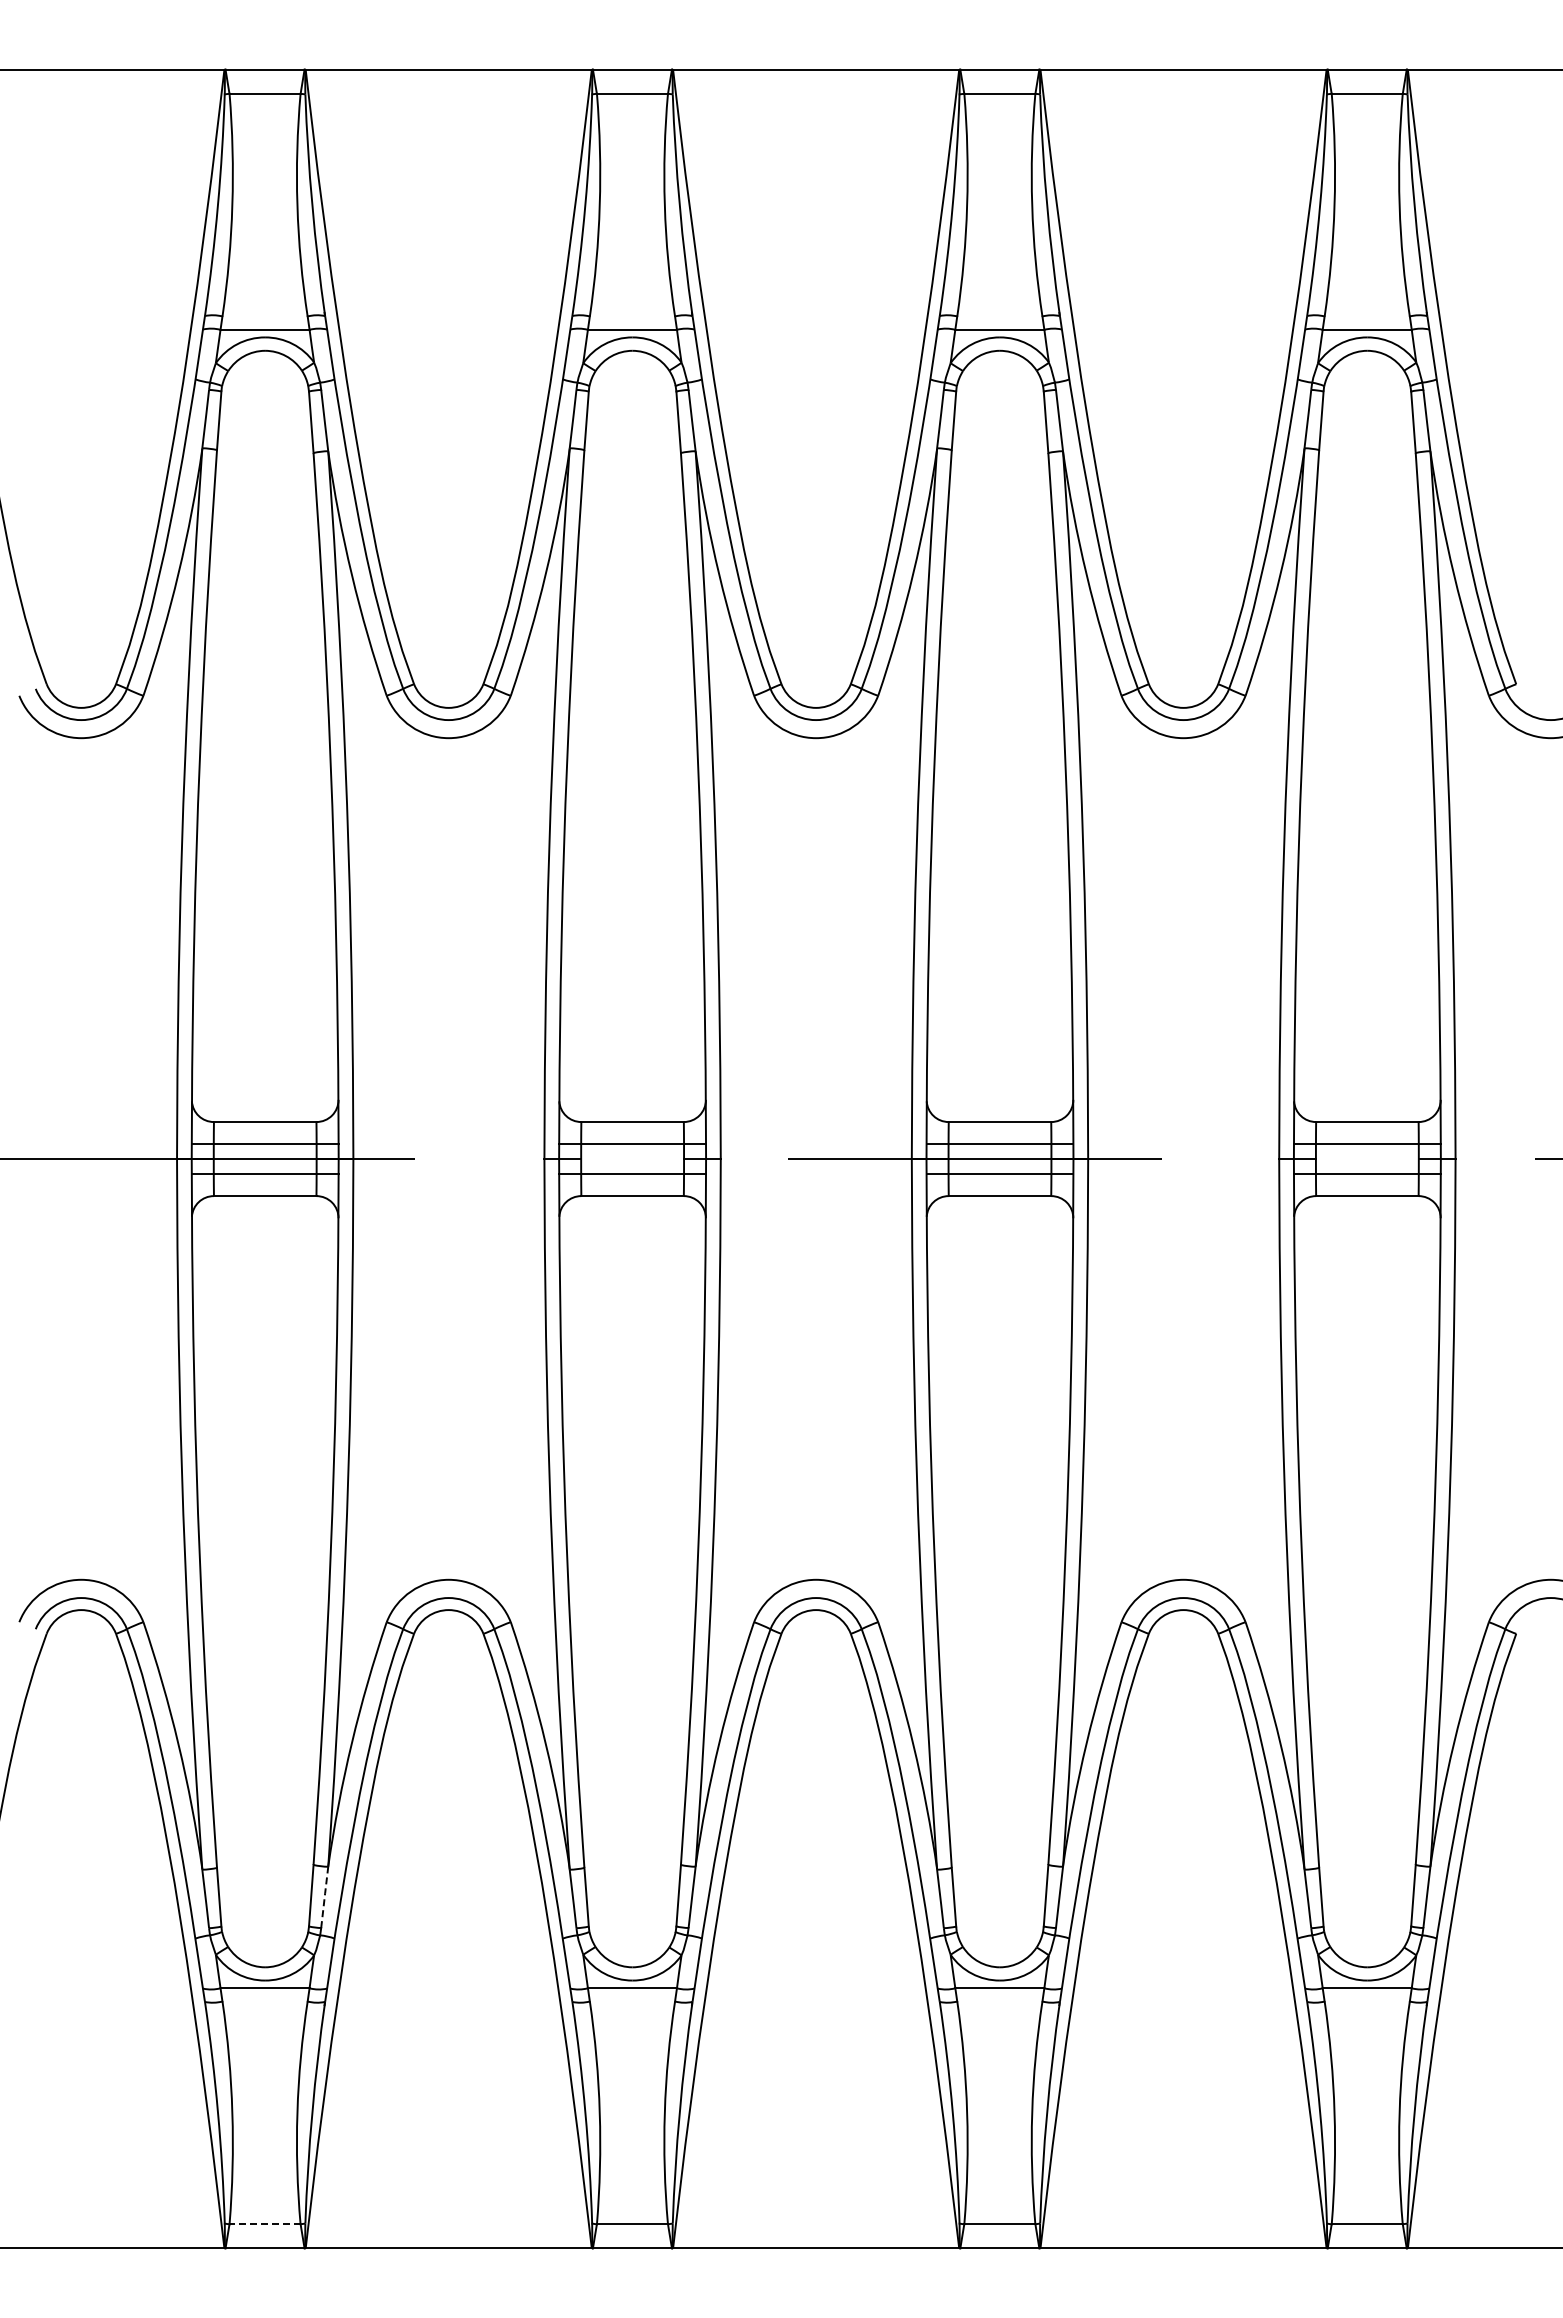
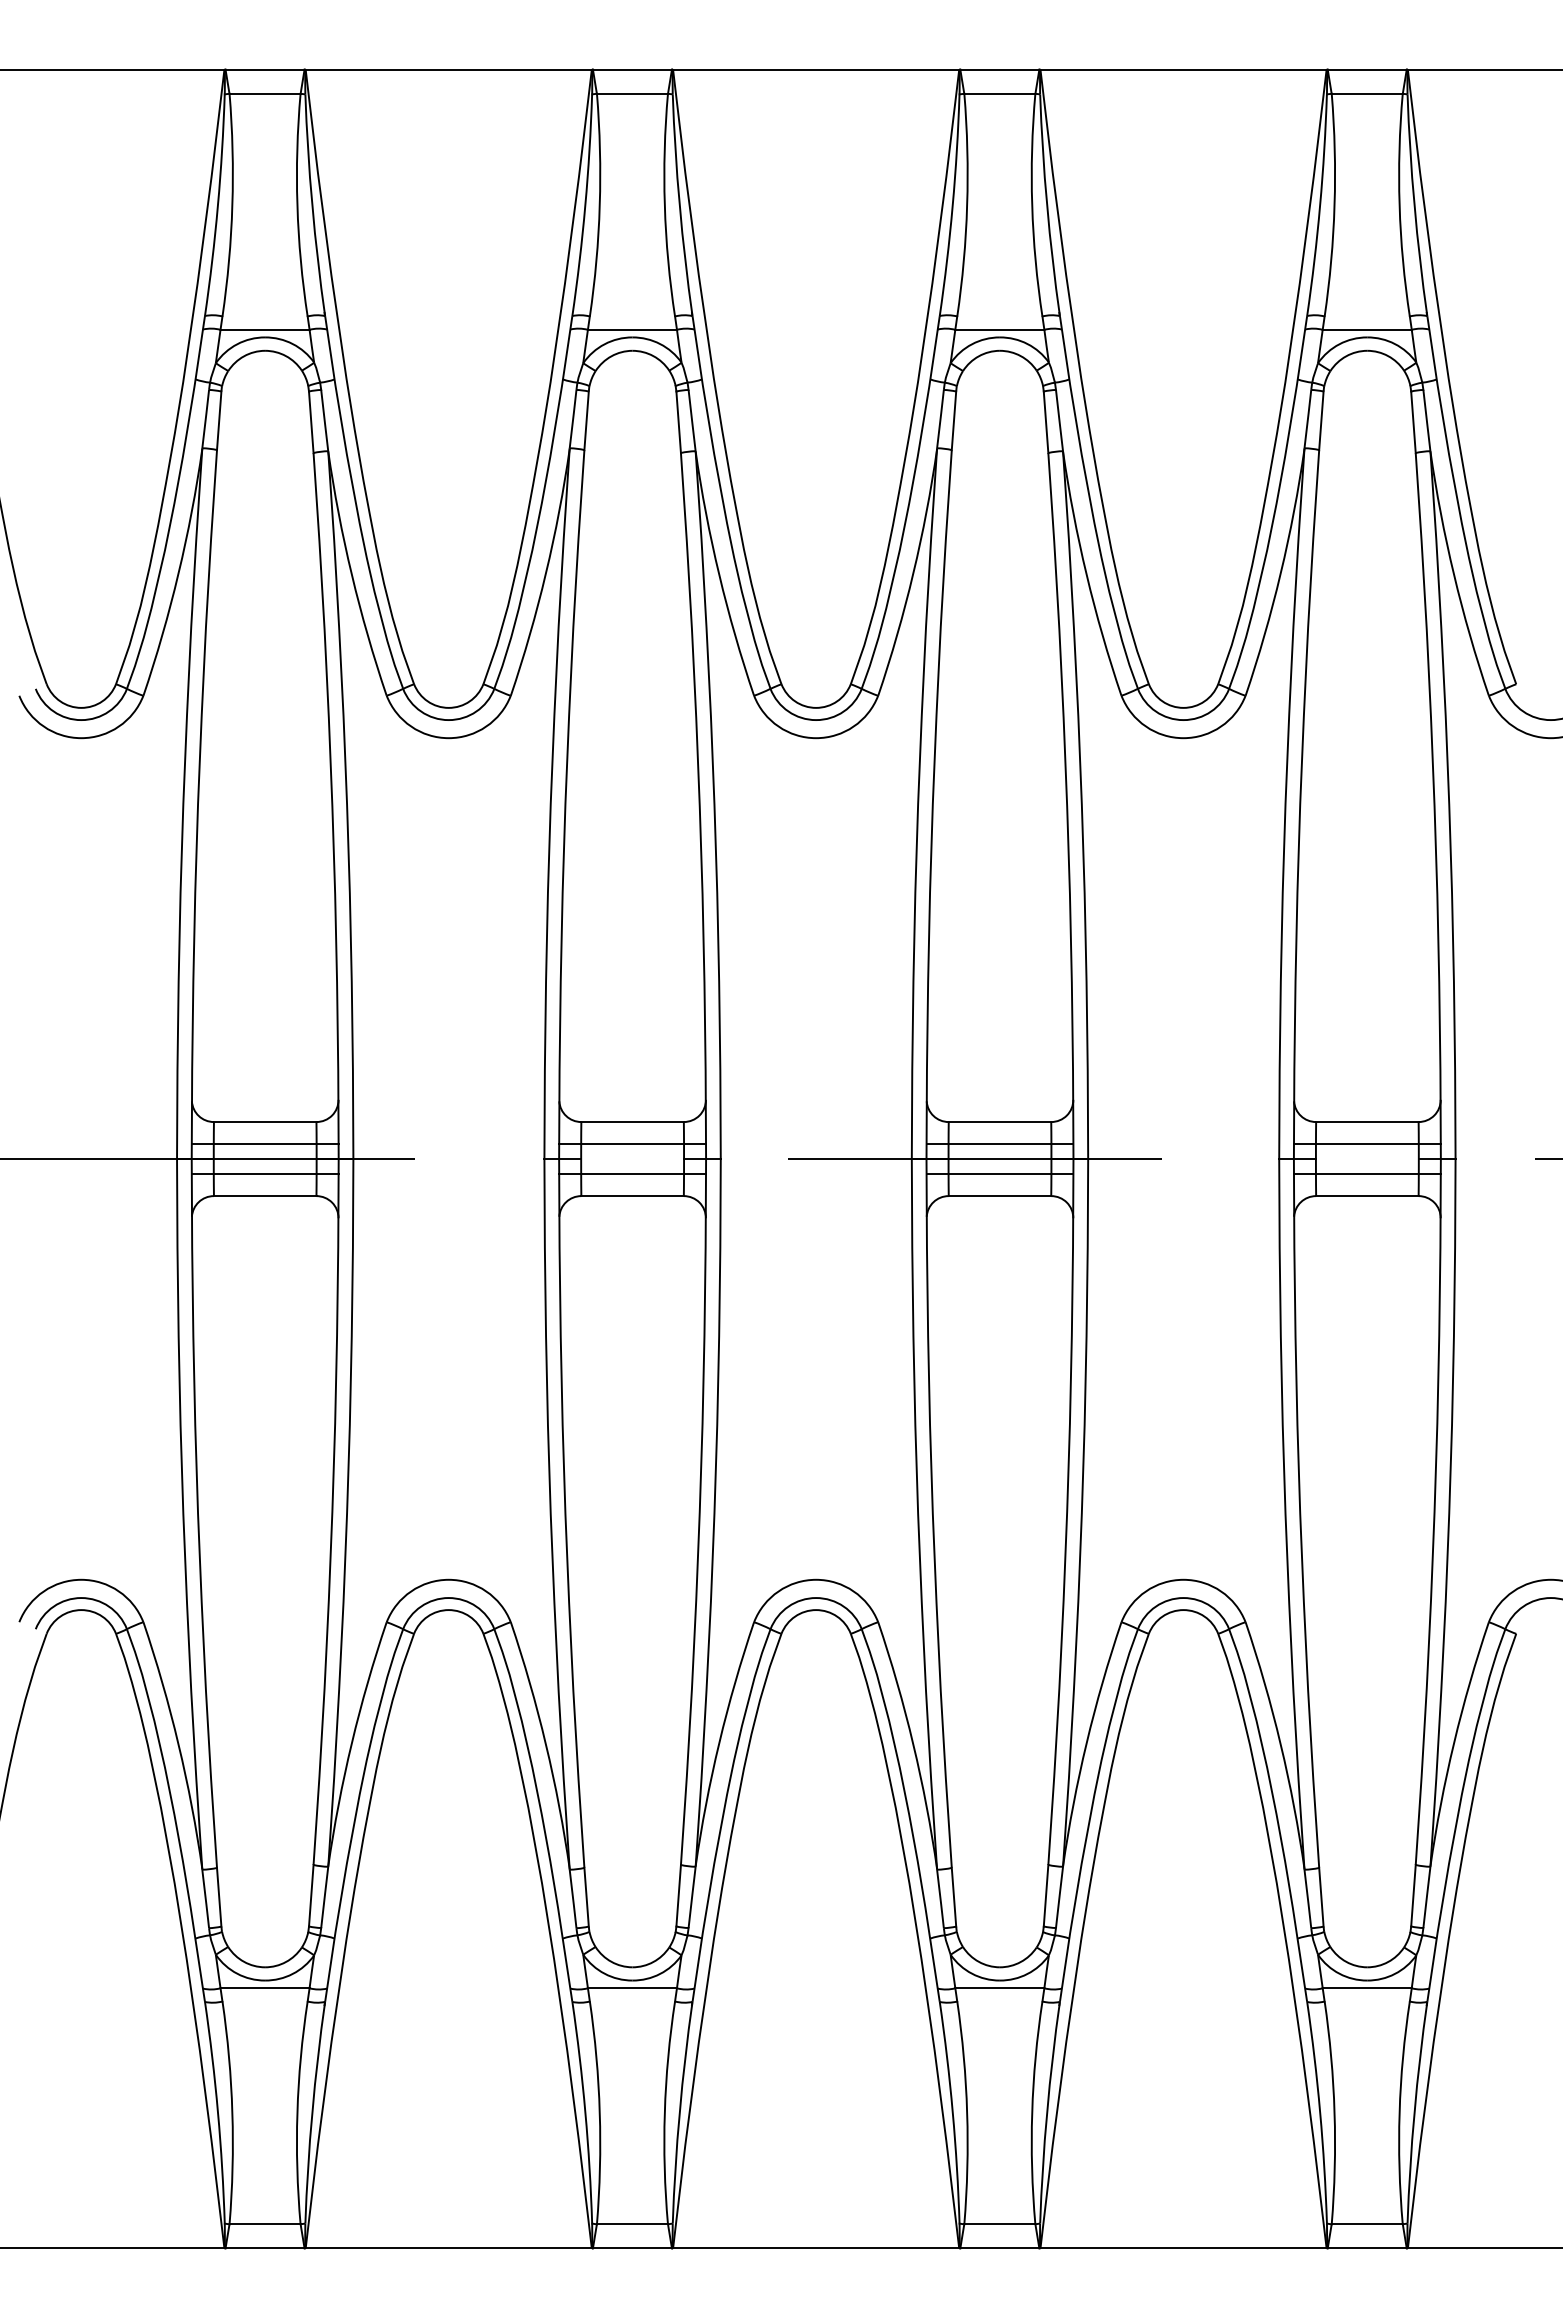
line at (324, 1897): dashed -> solid
line at (265, 2224): dashed -> solid
